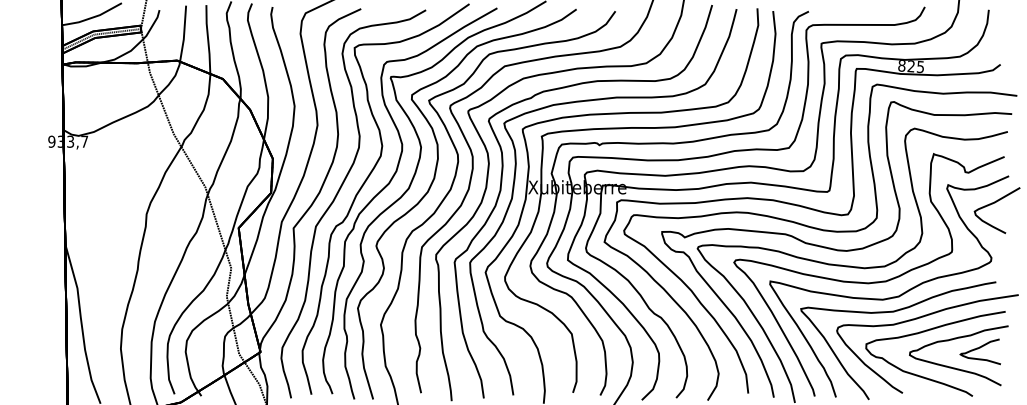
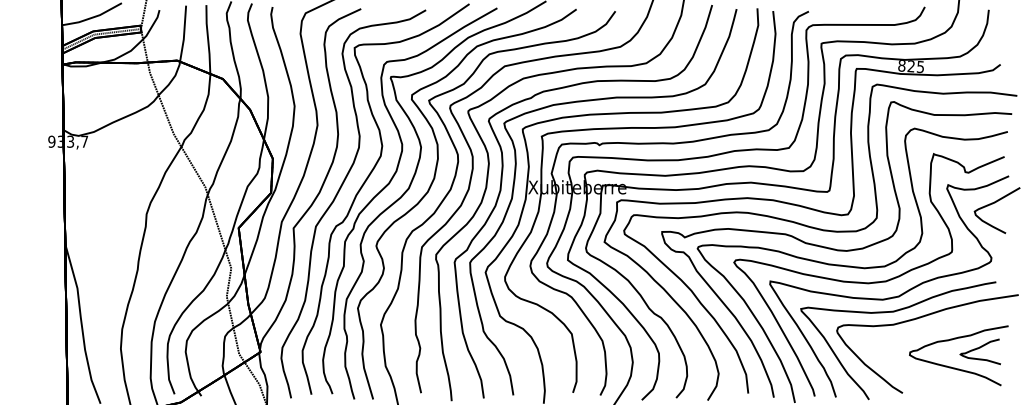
part at (931, 330): present -> none
